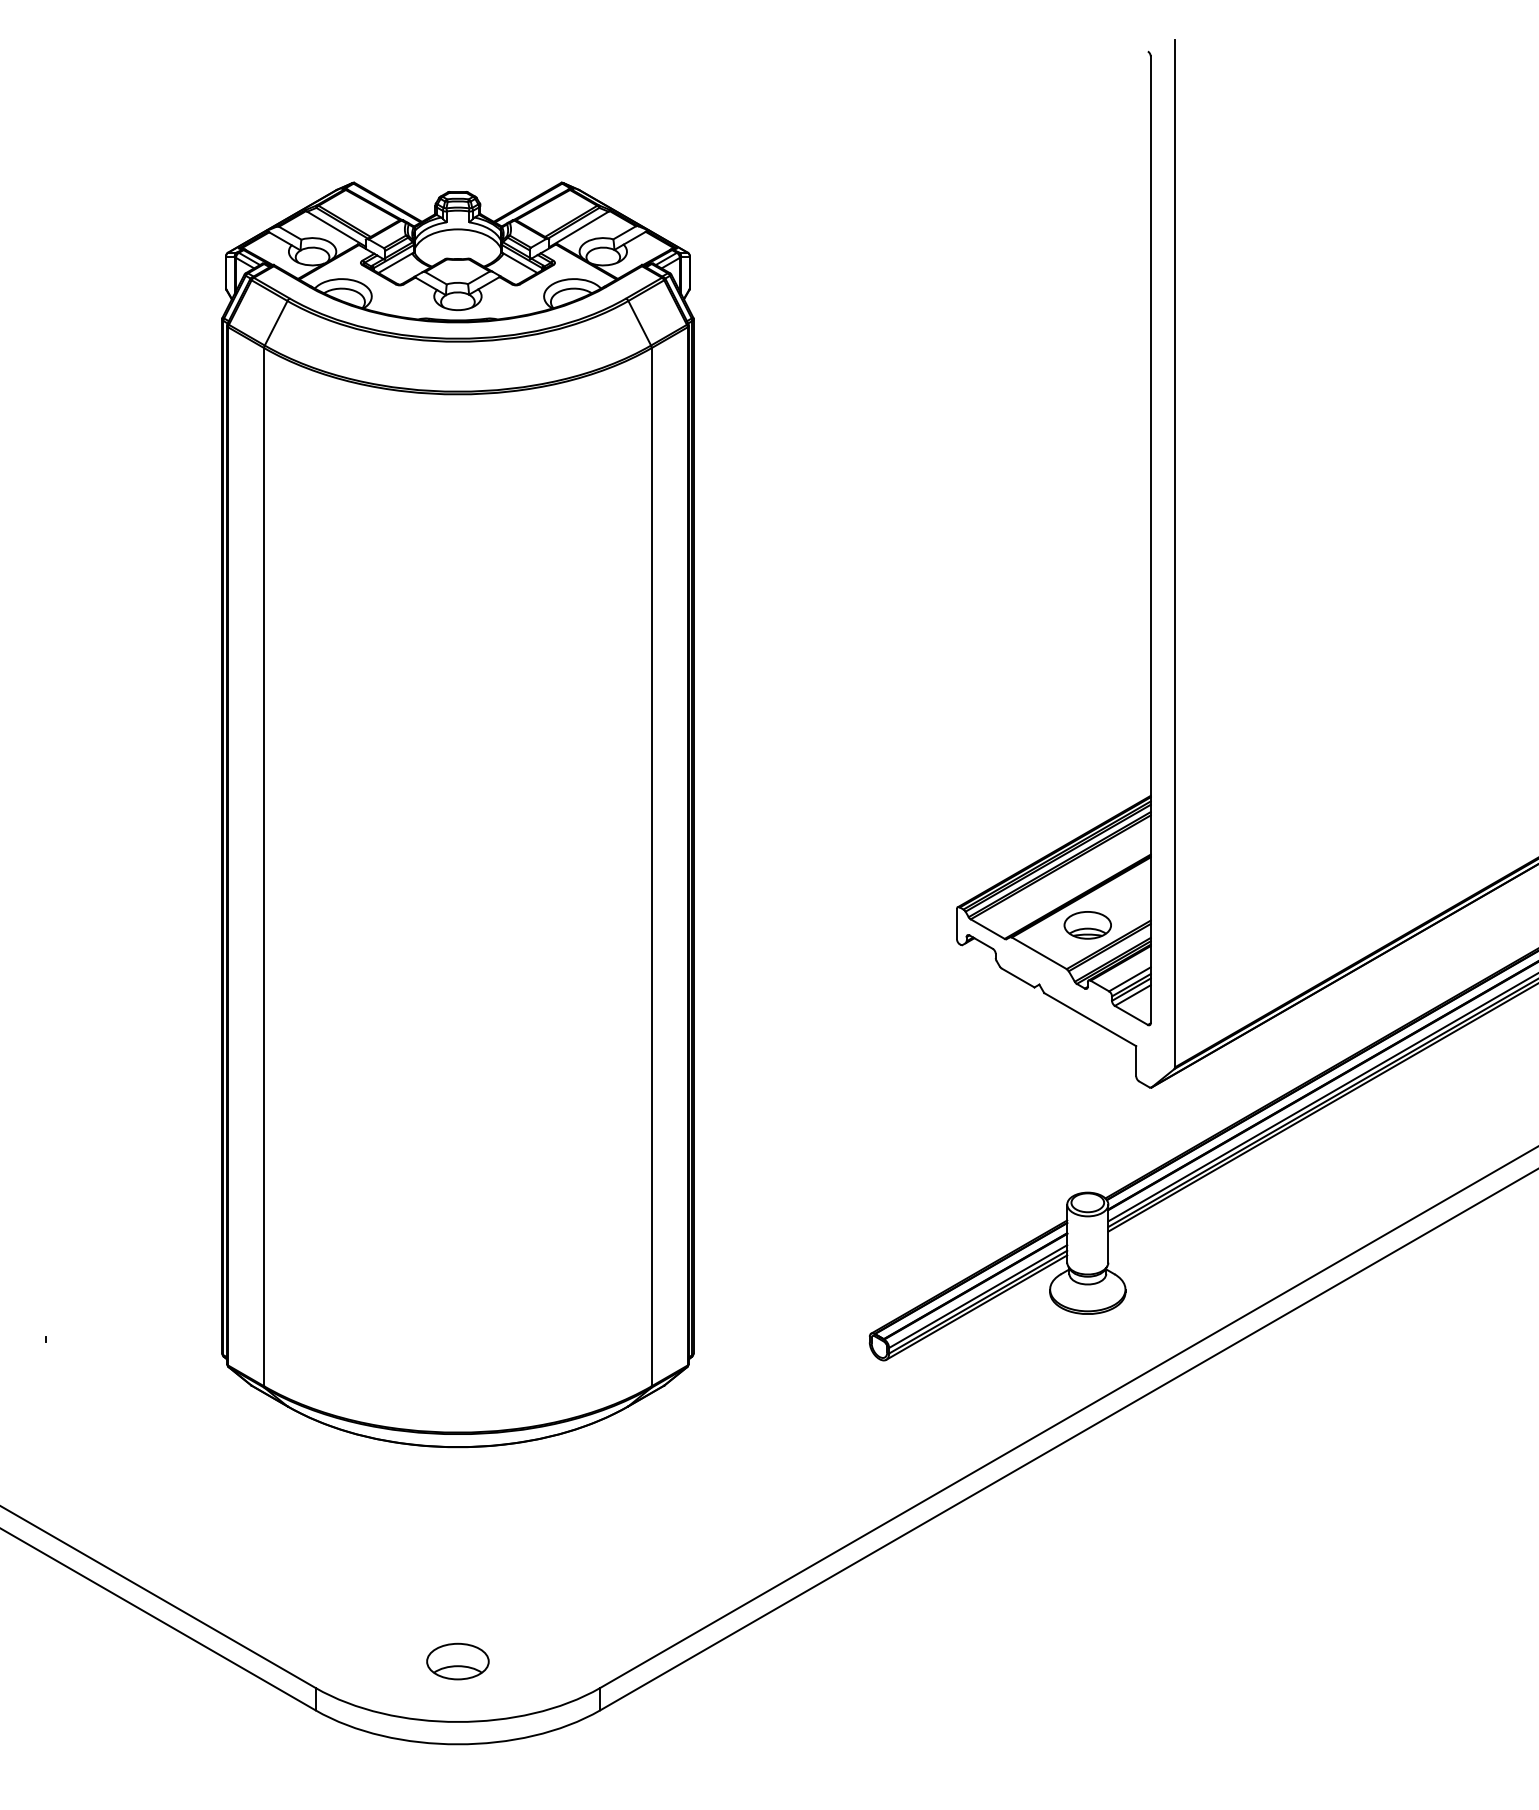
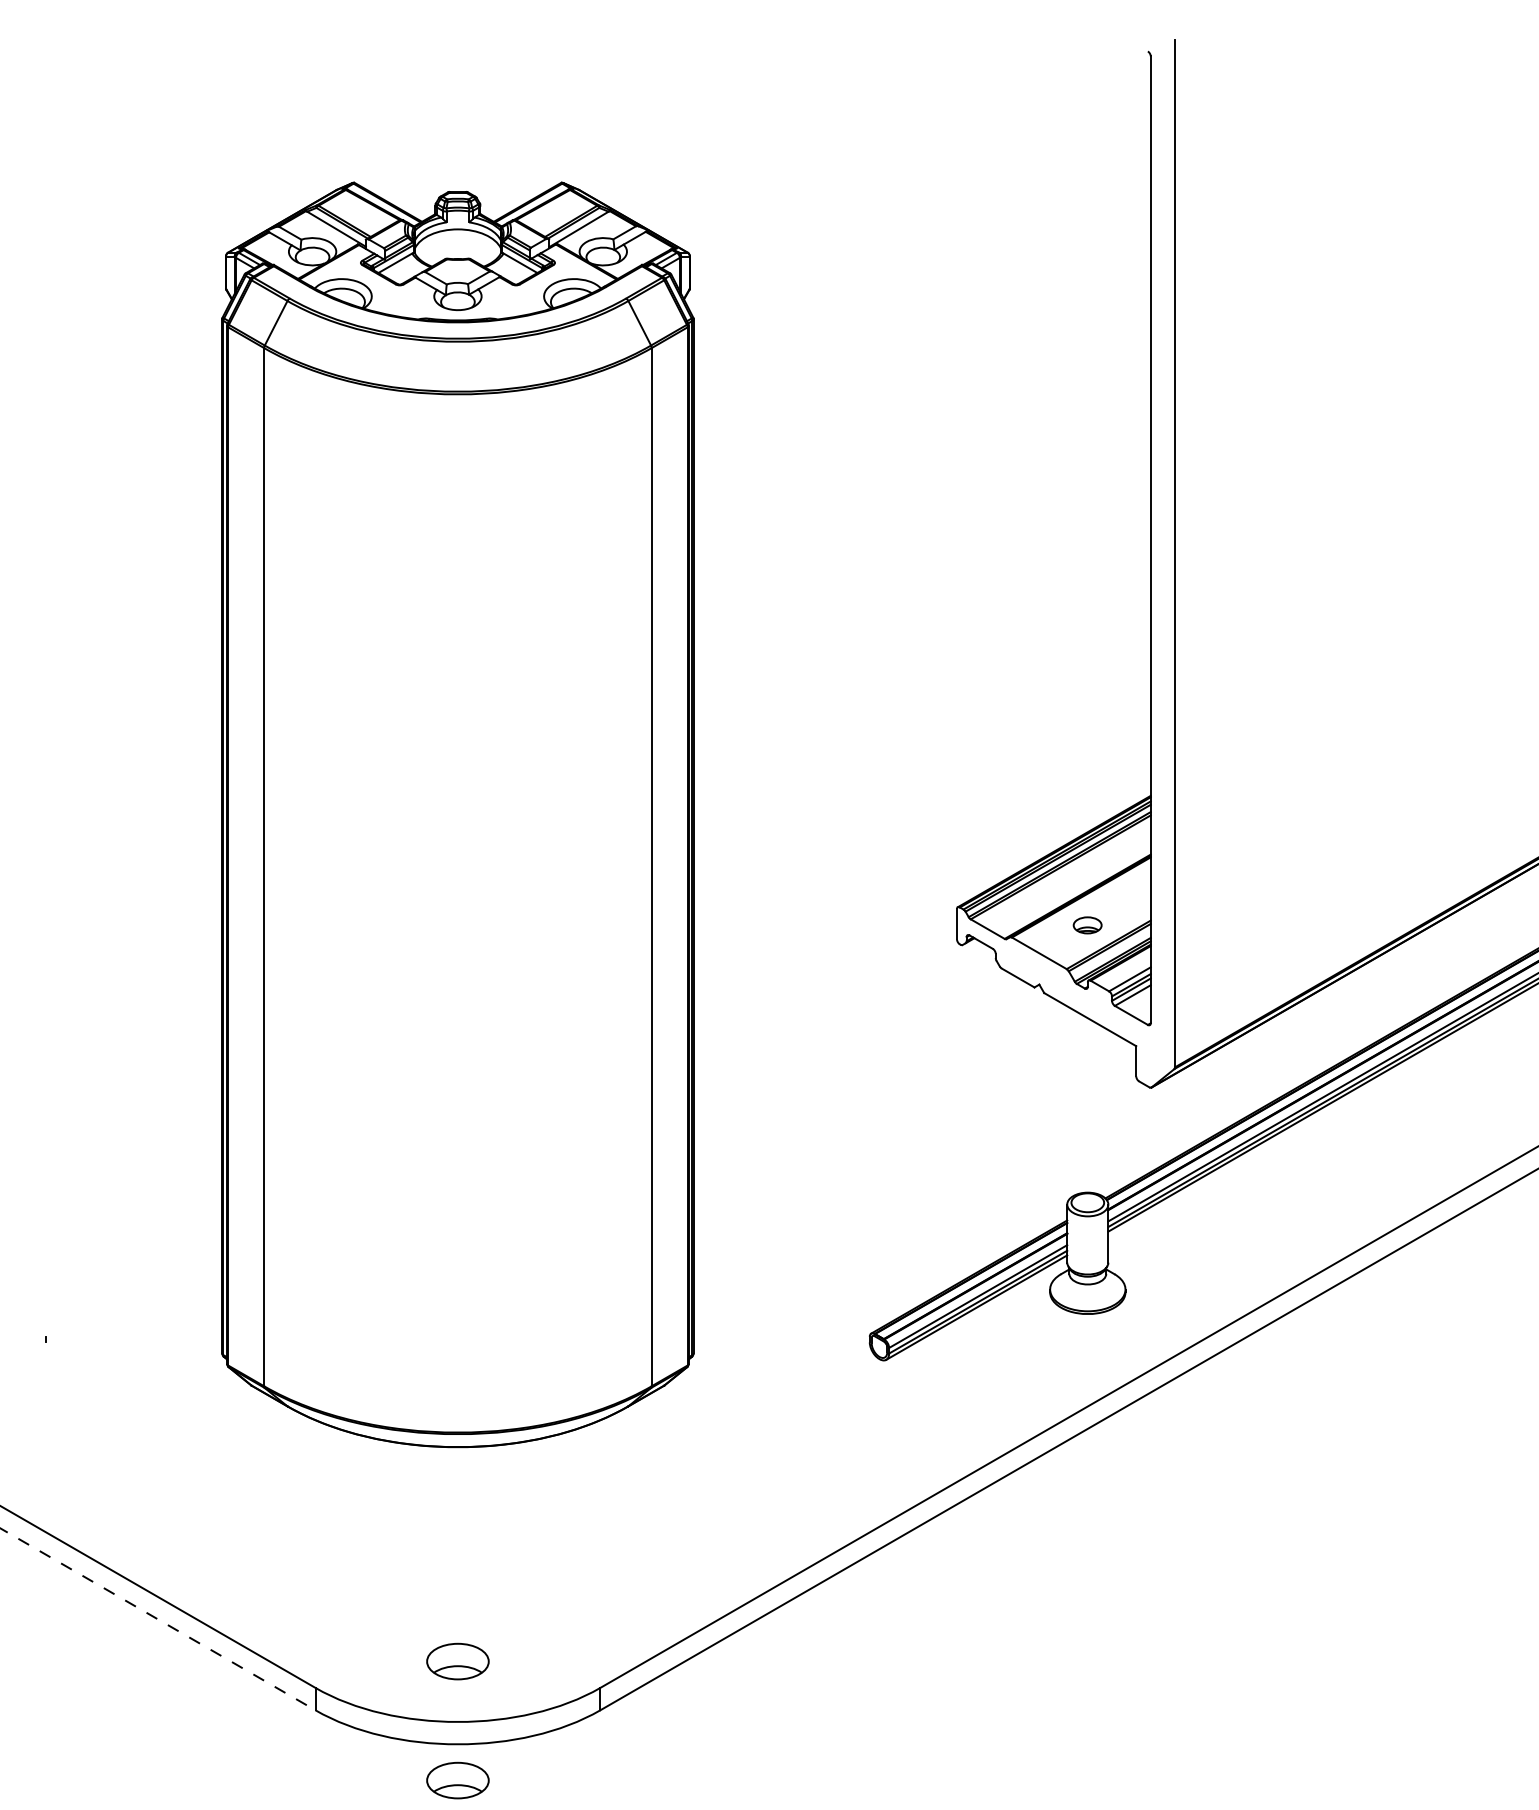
part at (1087, 925) size: 49x29 px -> 31x19 px
line at (157, 1619): solid -> dashed
part at (457, 1780): none -> present
